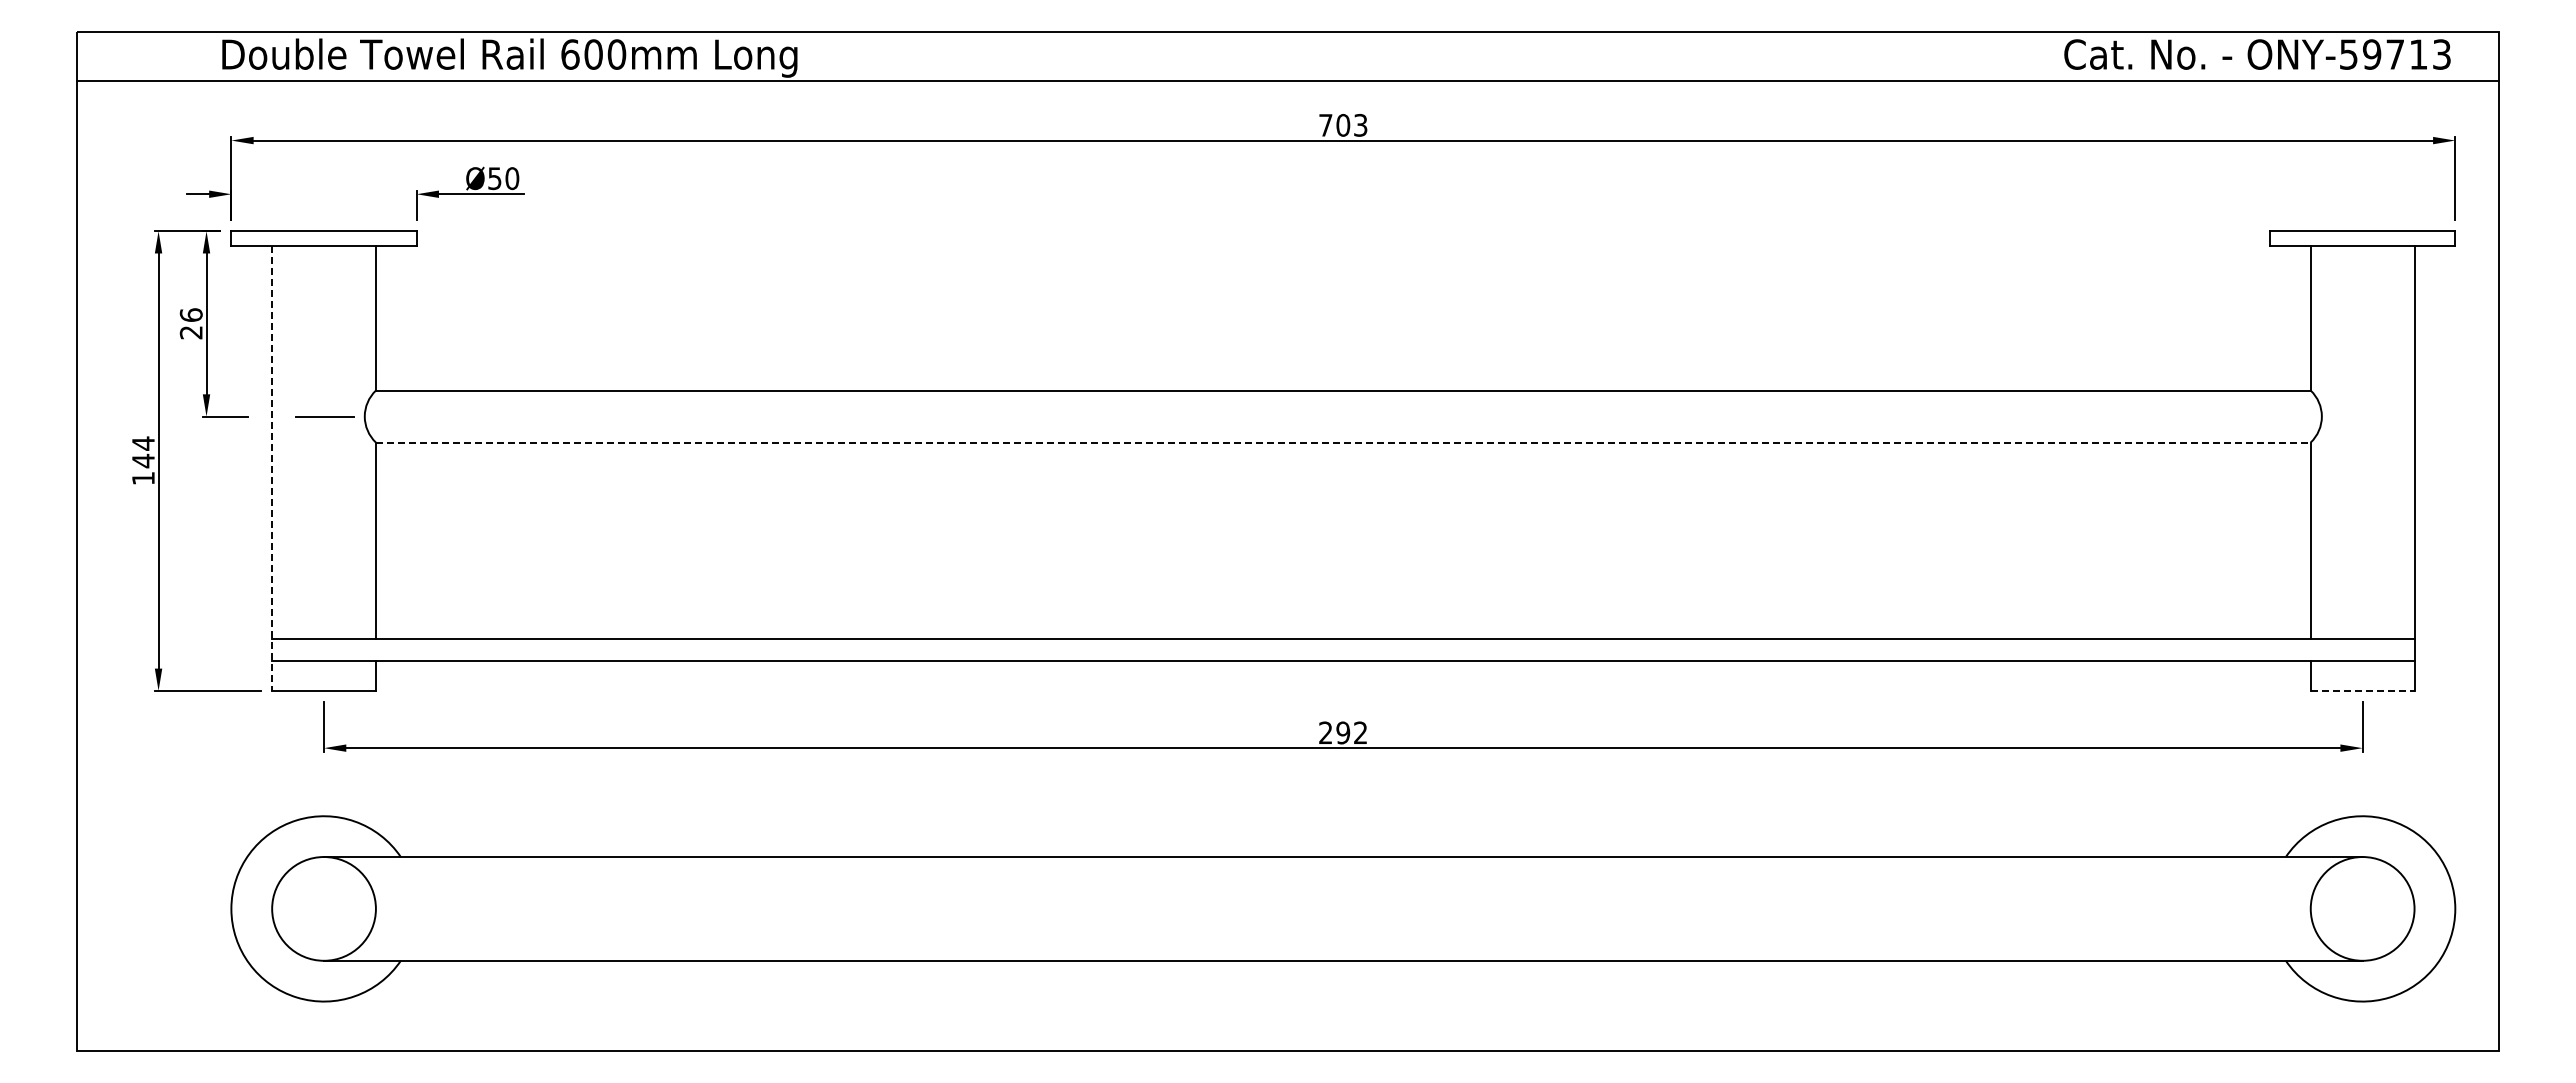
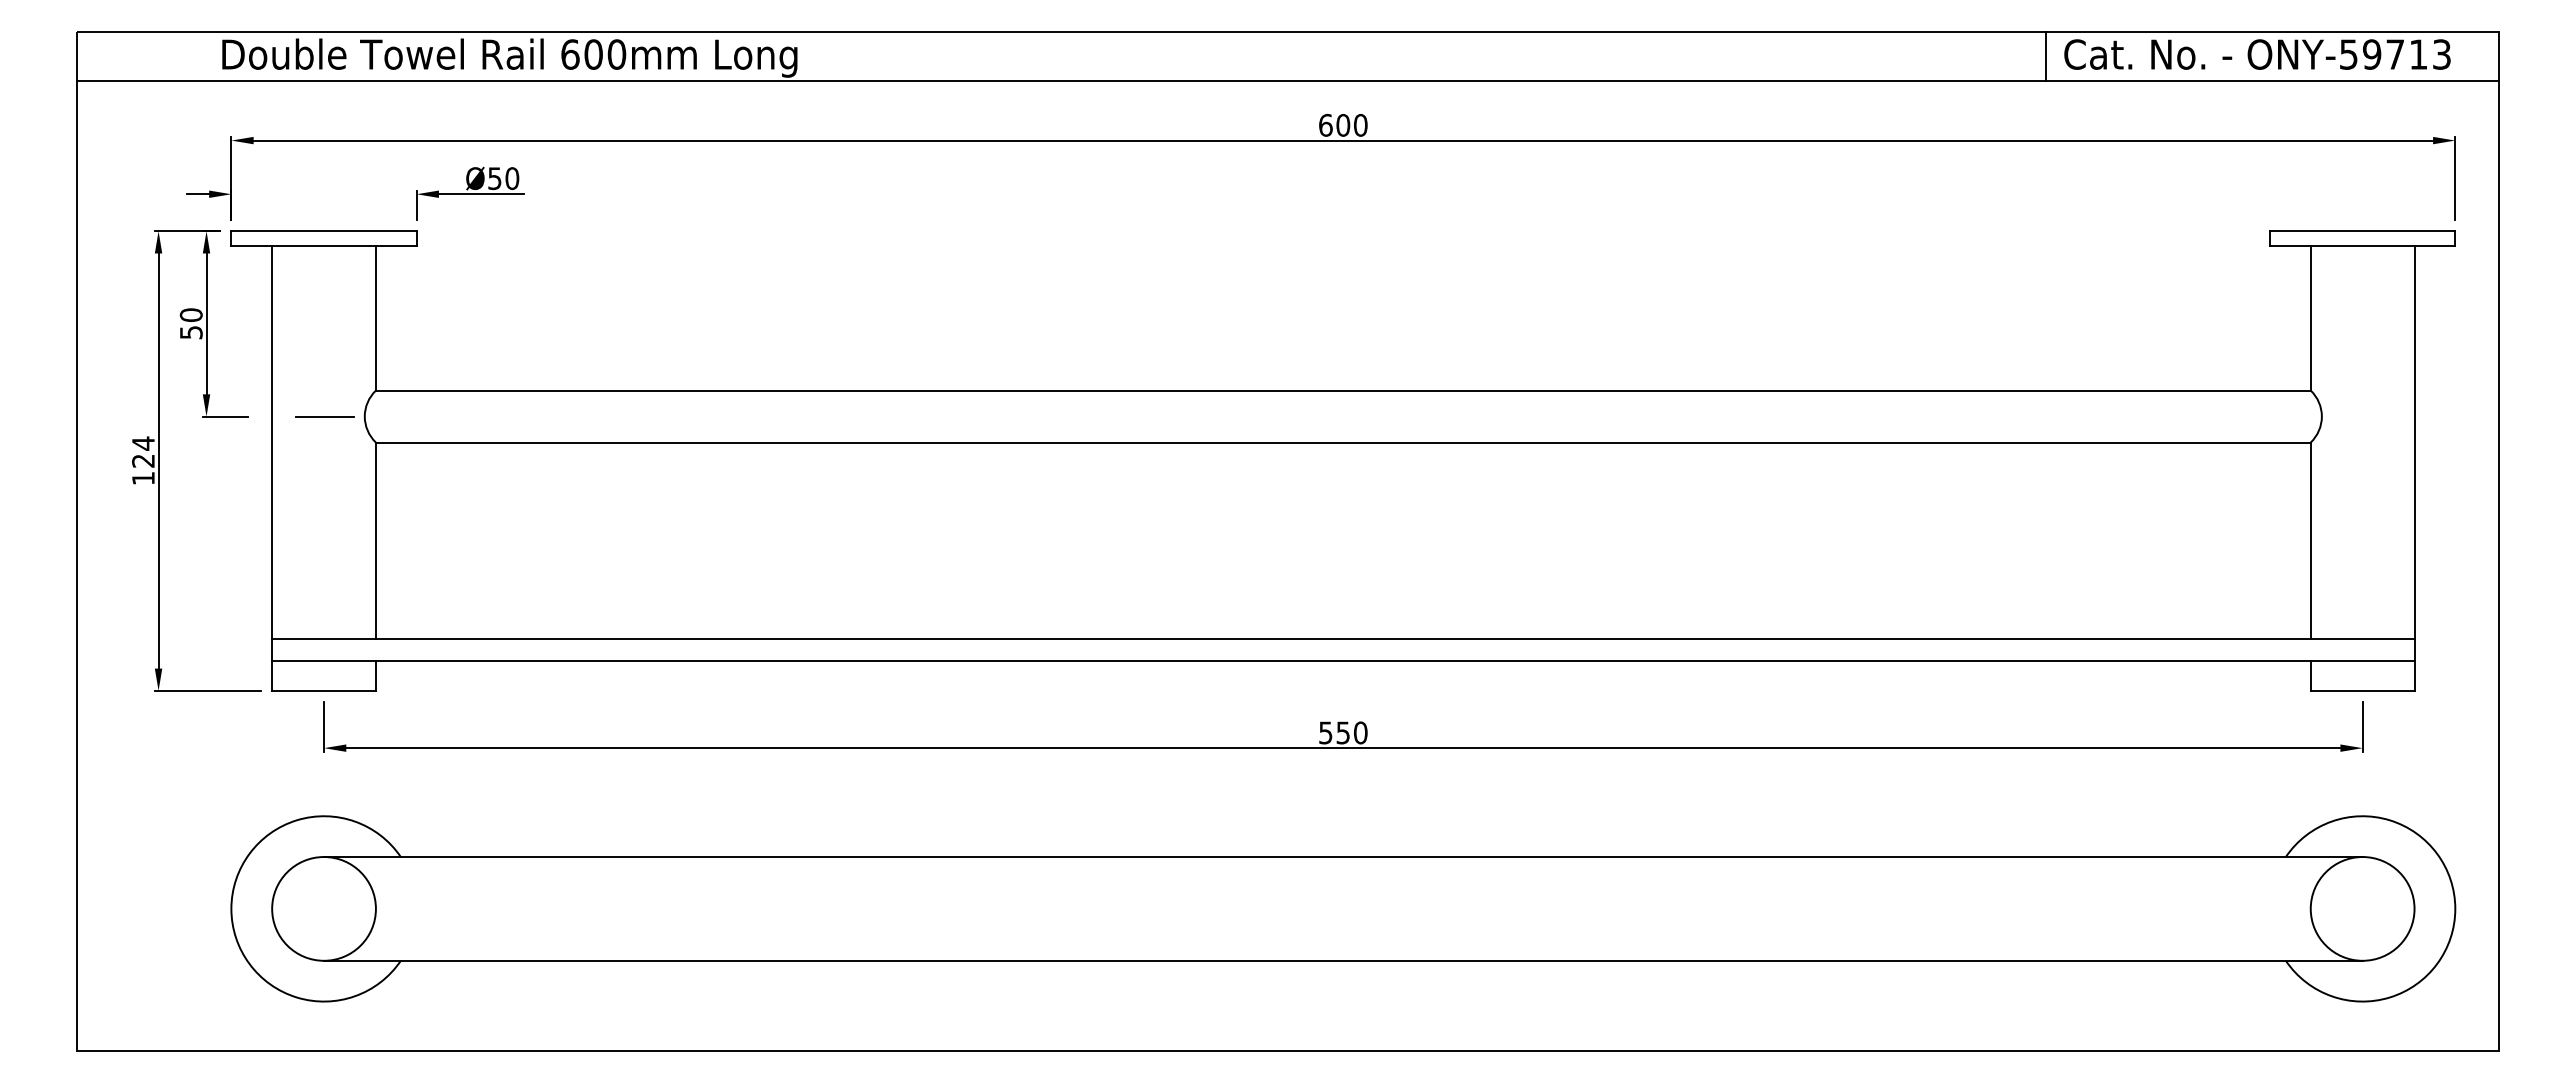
line at (2045, 56): none -> present
text at (1343, 124): 703 -> 600
text at (190, 323): 26 -> 50
line at (1343, 442): dashed -> solid
text at (143, 460): 144 -> 124
line at (272, 468): dashed -> solid
line at (2362, 690): dashed -> solid
text at (1343, 732): 292 -> 550
